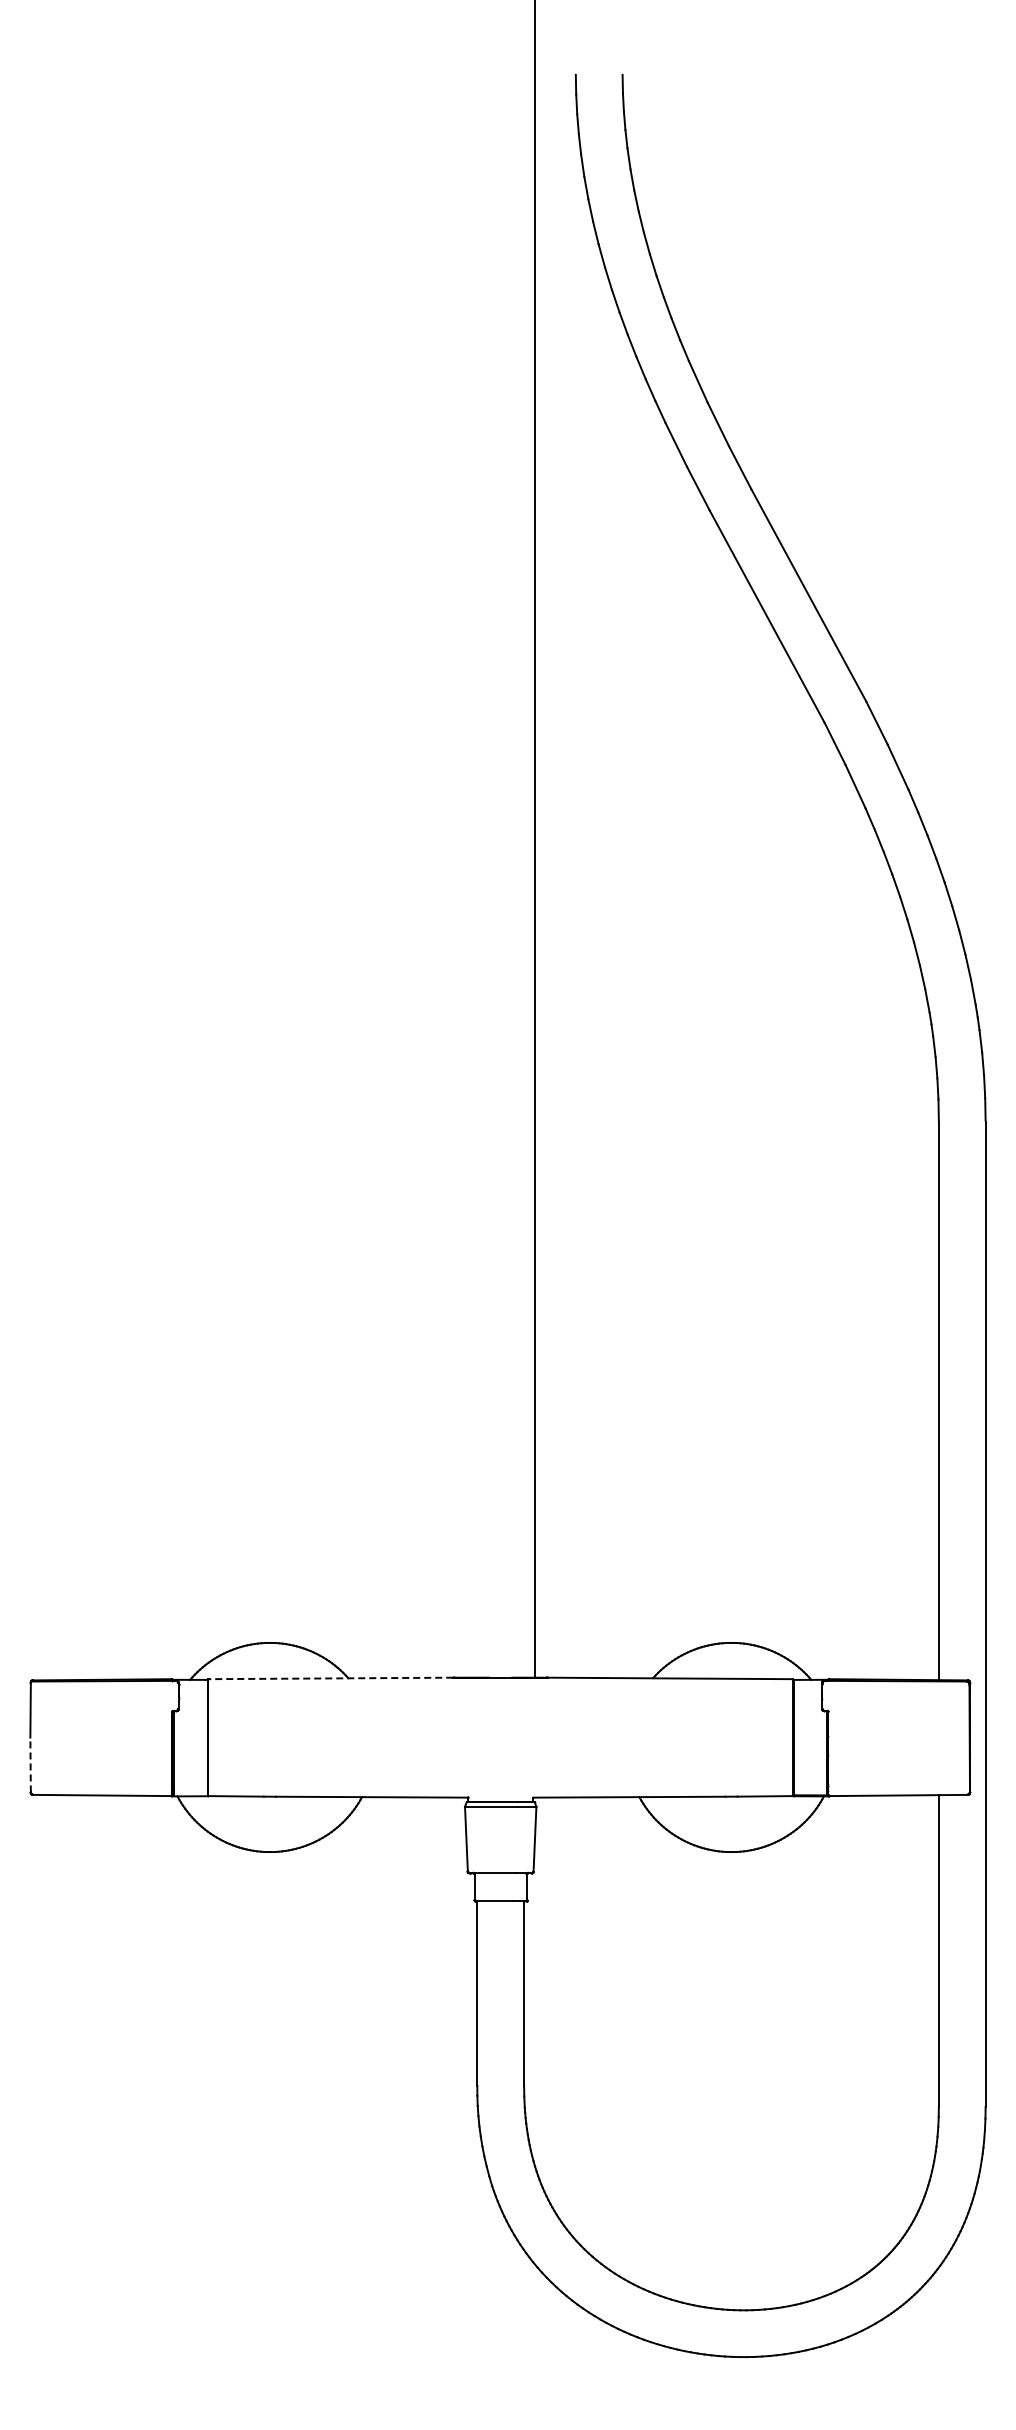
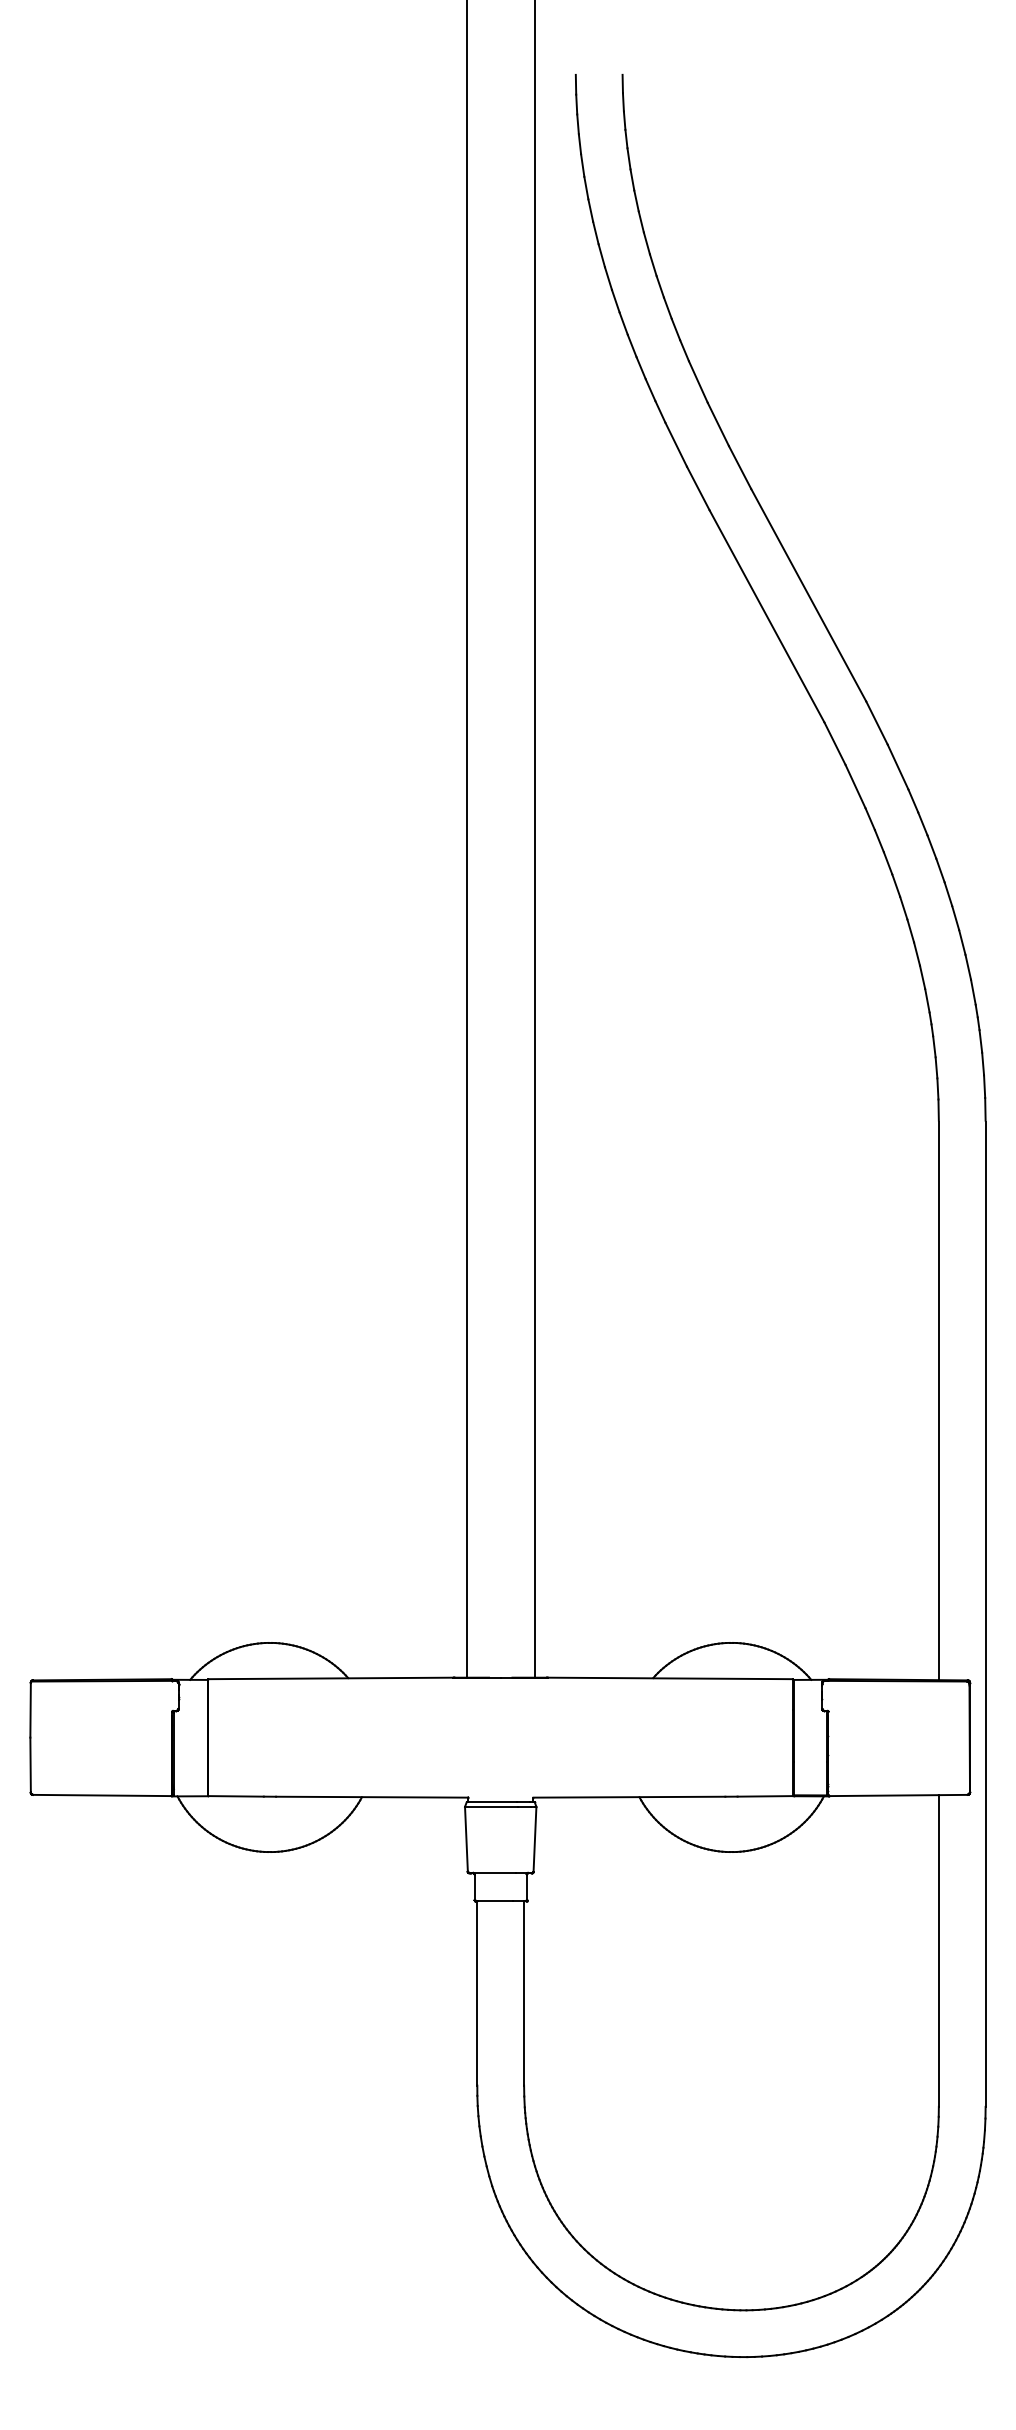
line at (466, 839): none -> present
line at (330, 1678): dashed -> solid
line at (30, 1764): dashed -> solid
